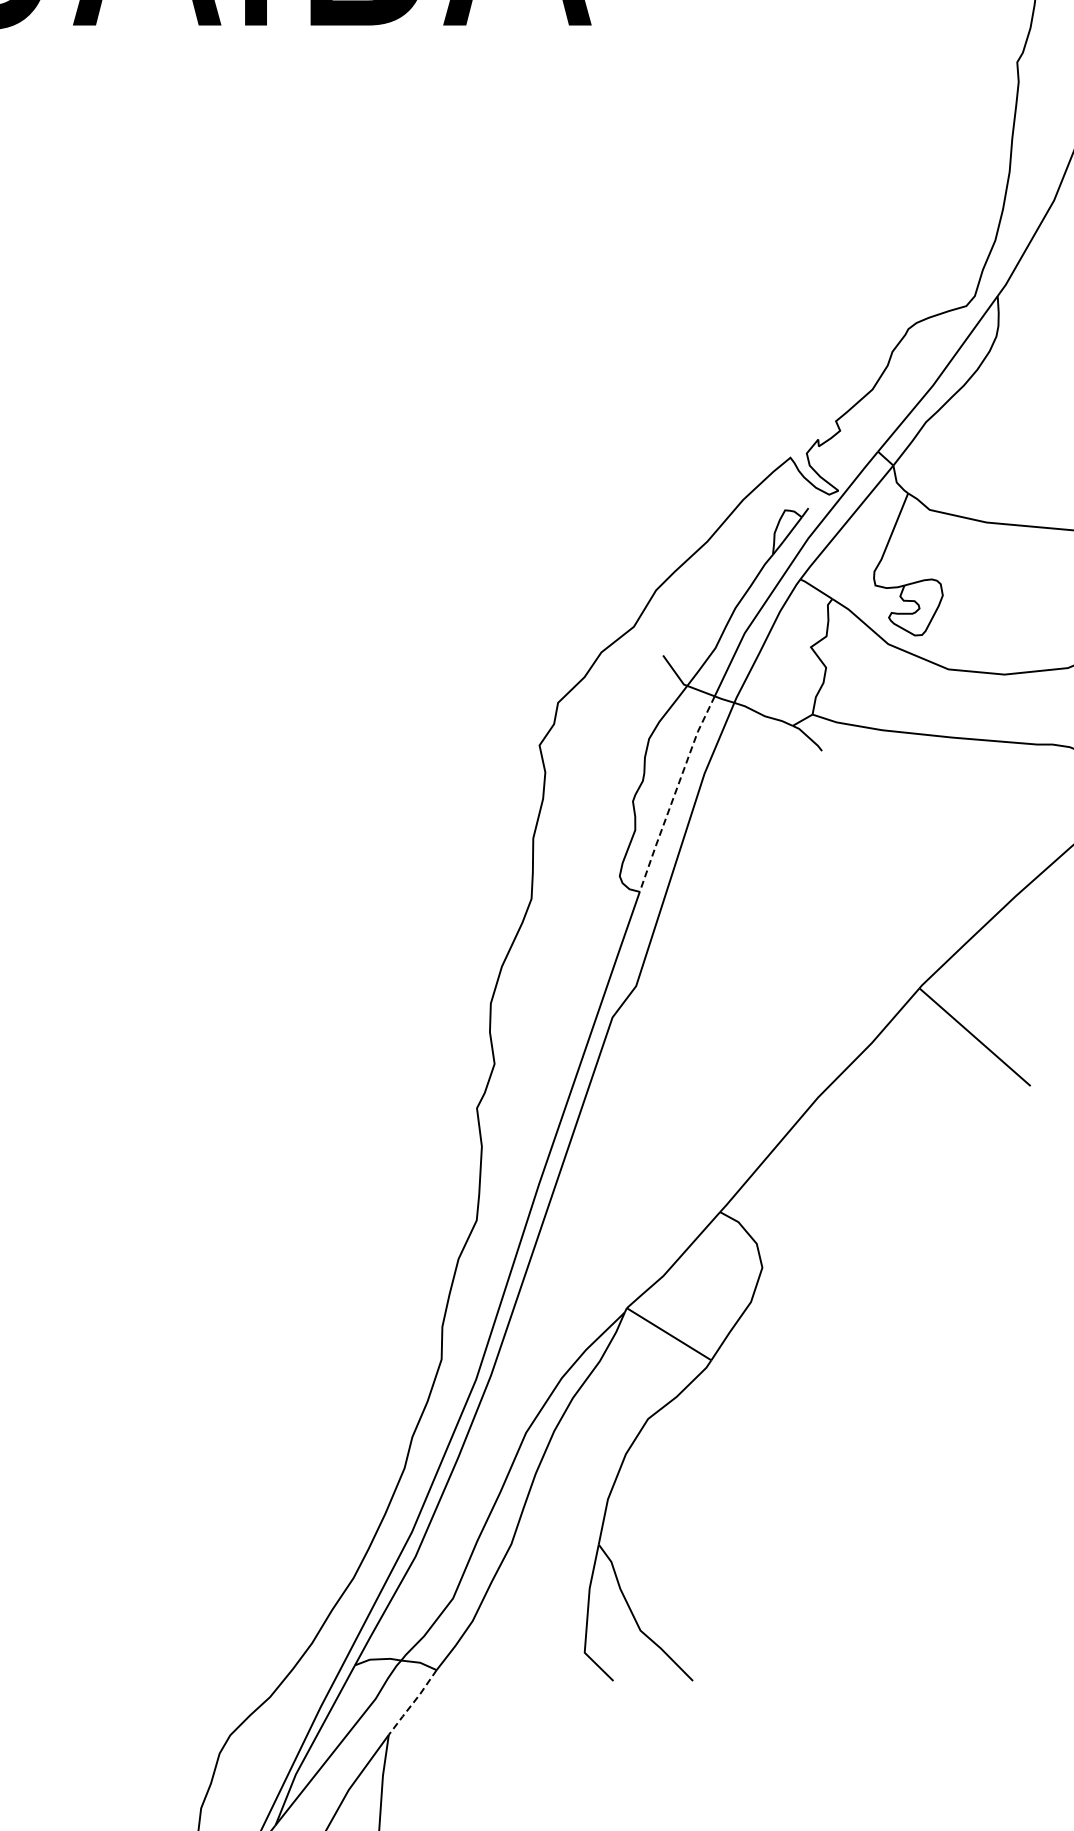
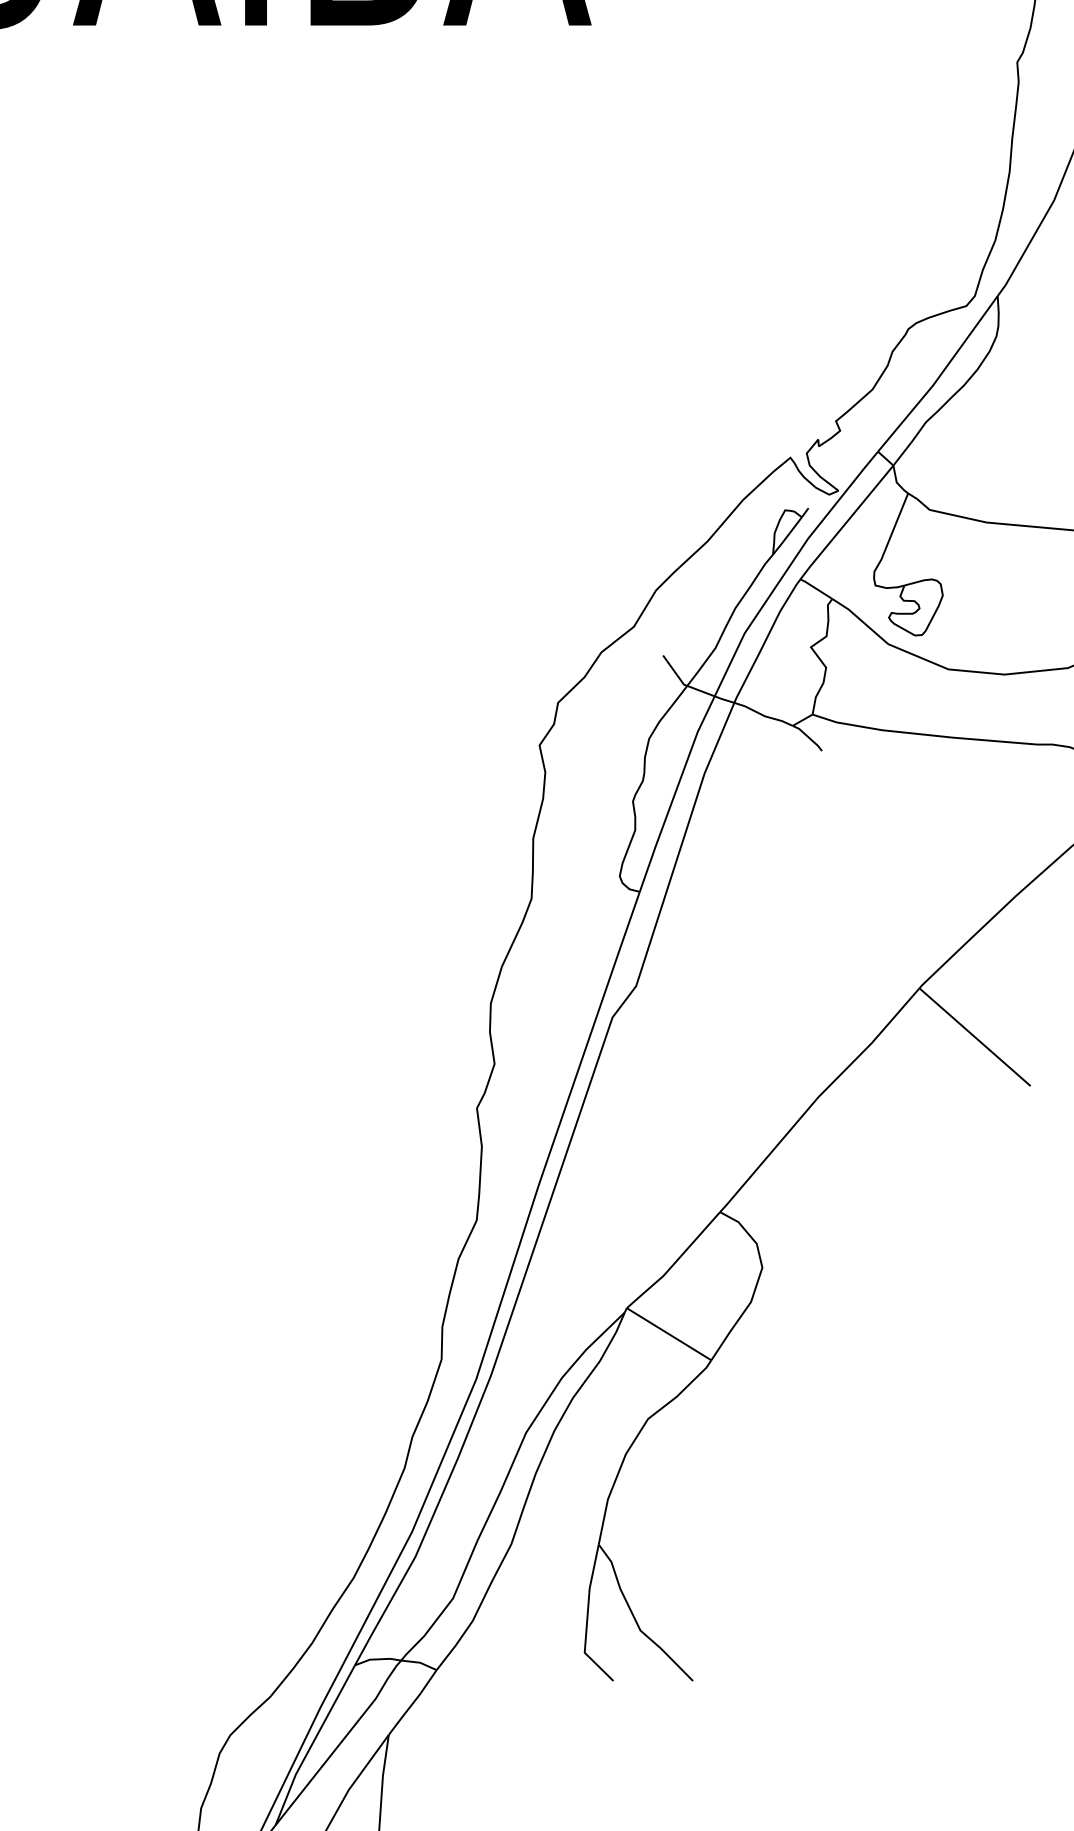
line at (675, 793): dashed -> solid
line at (413, 1702): dashed -> solid
